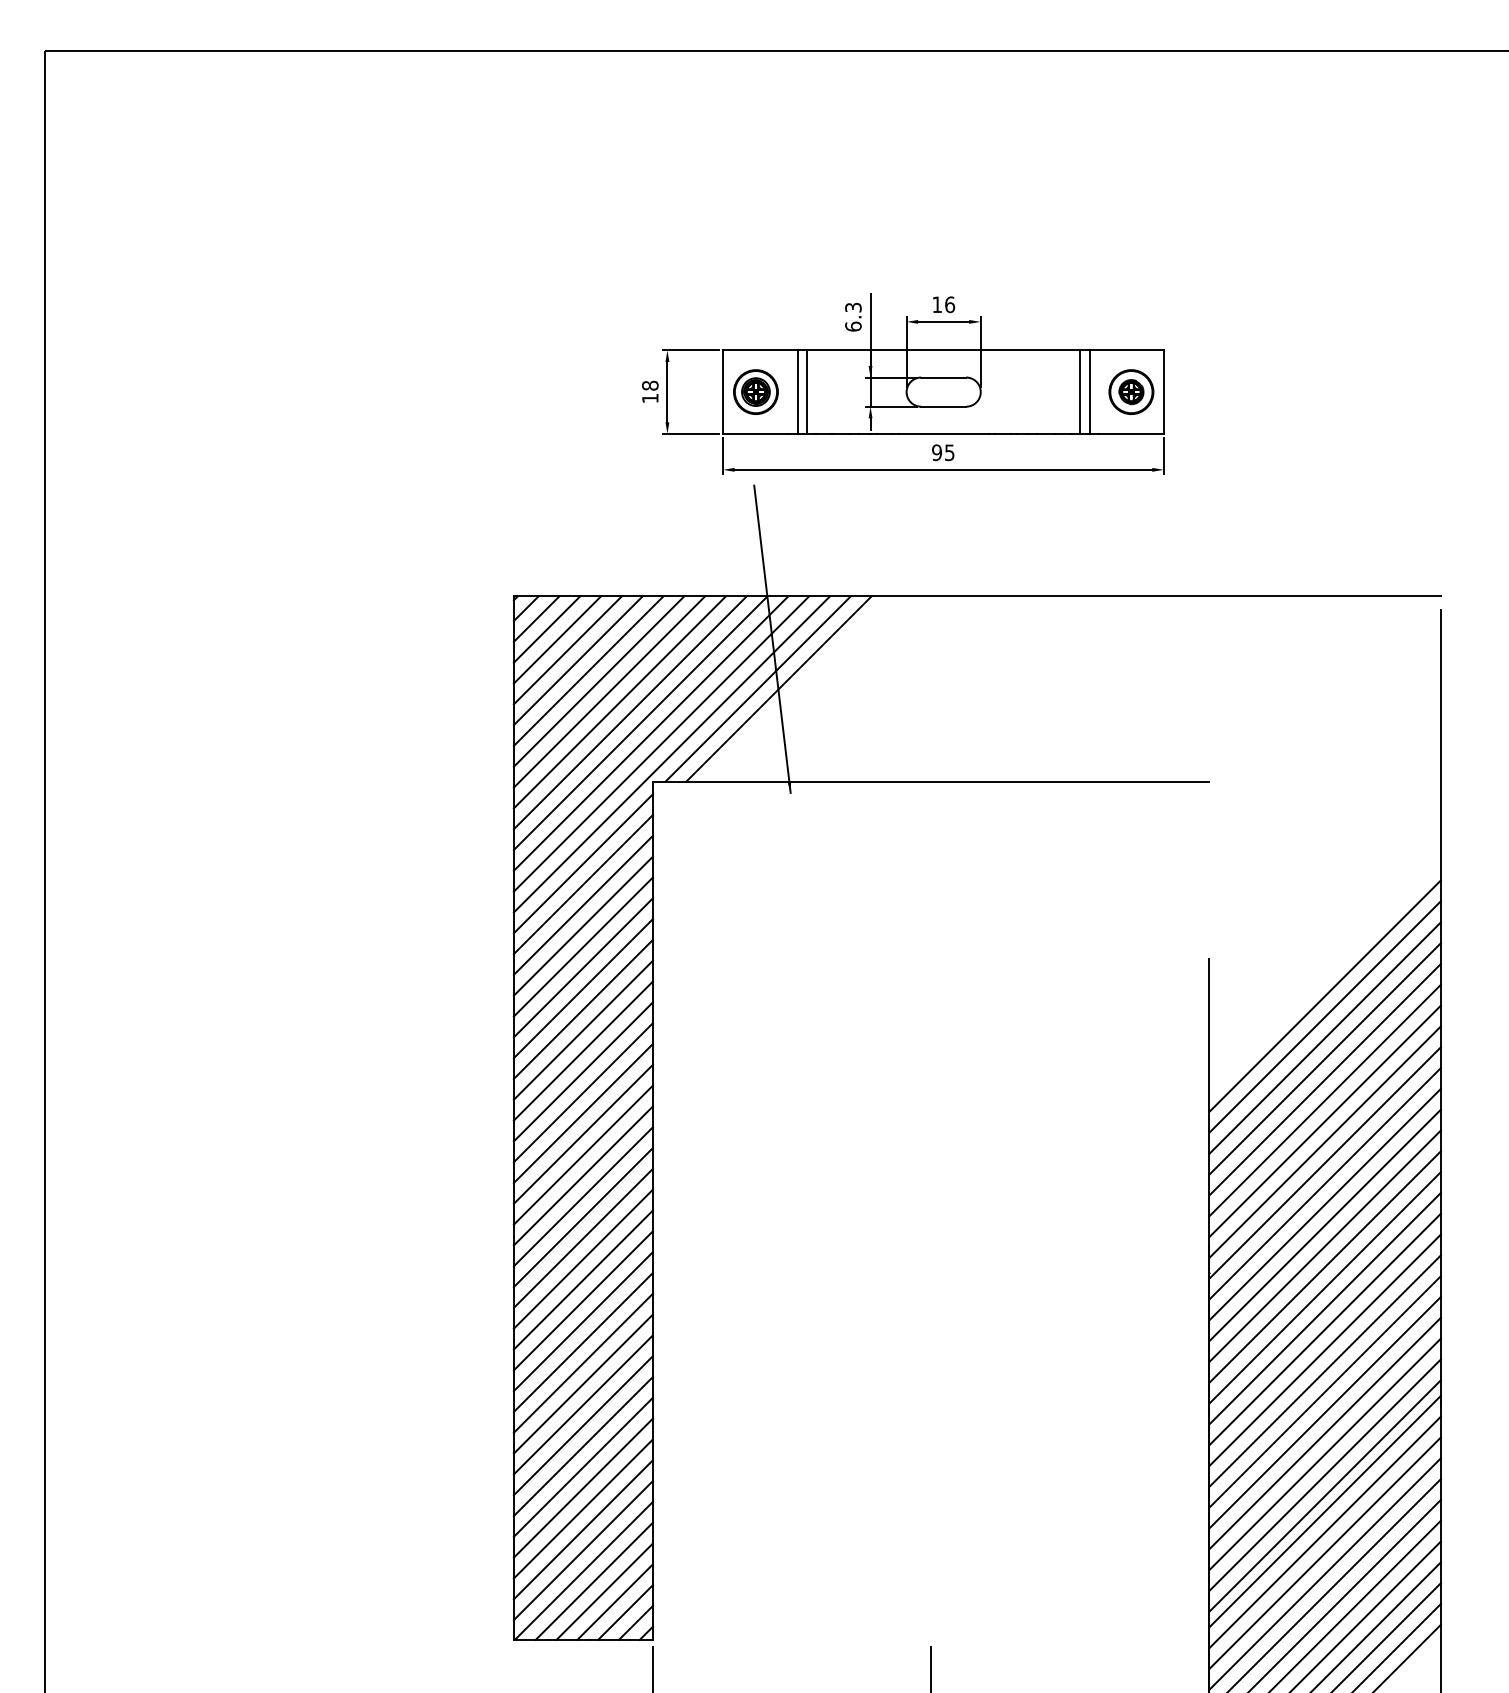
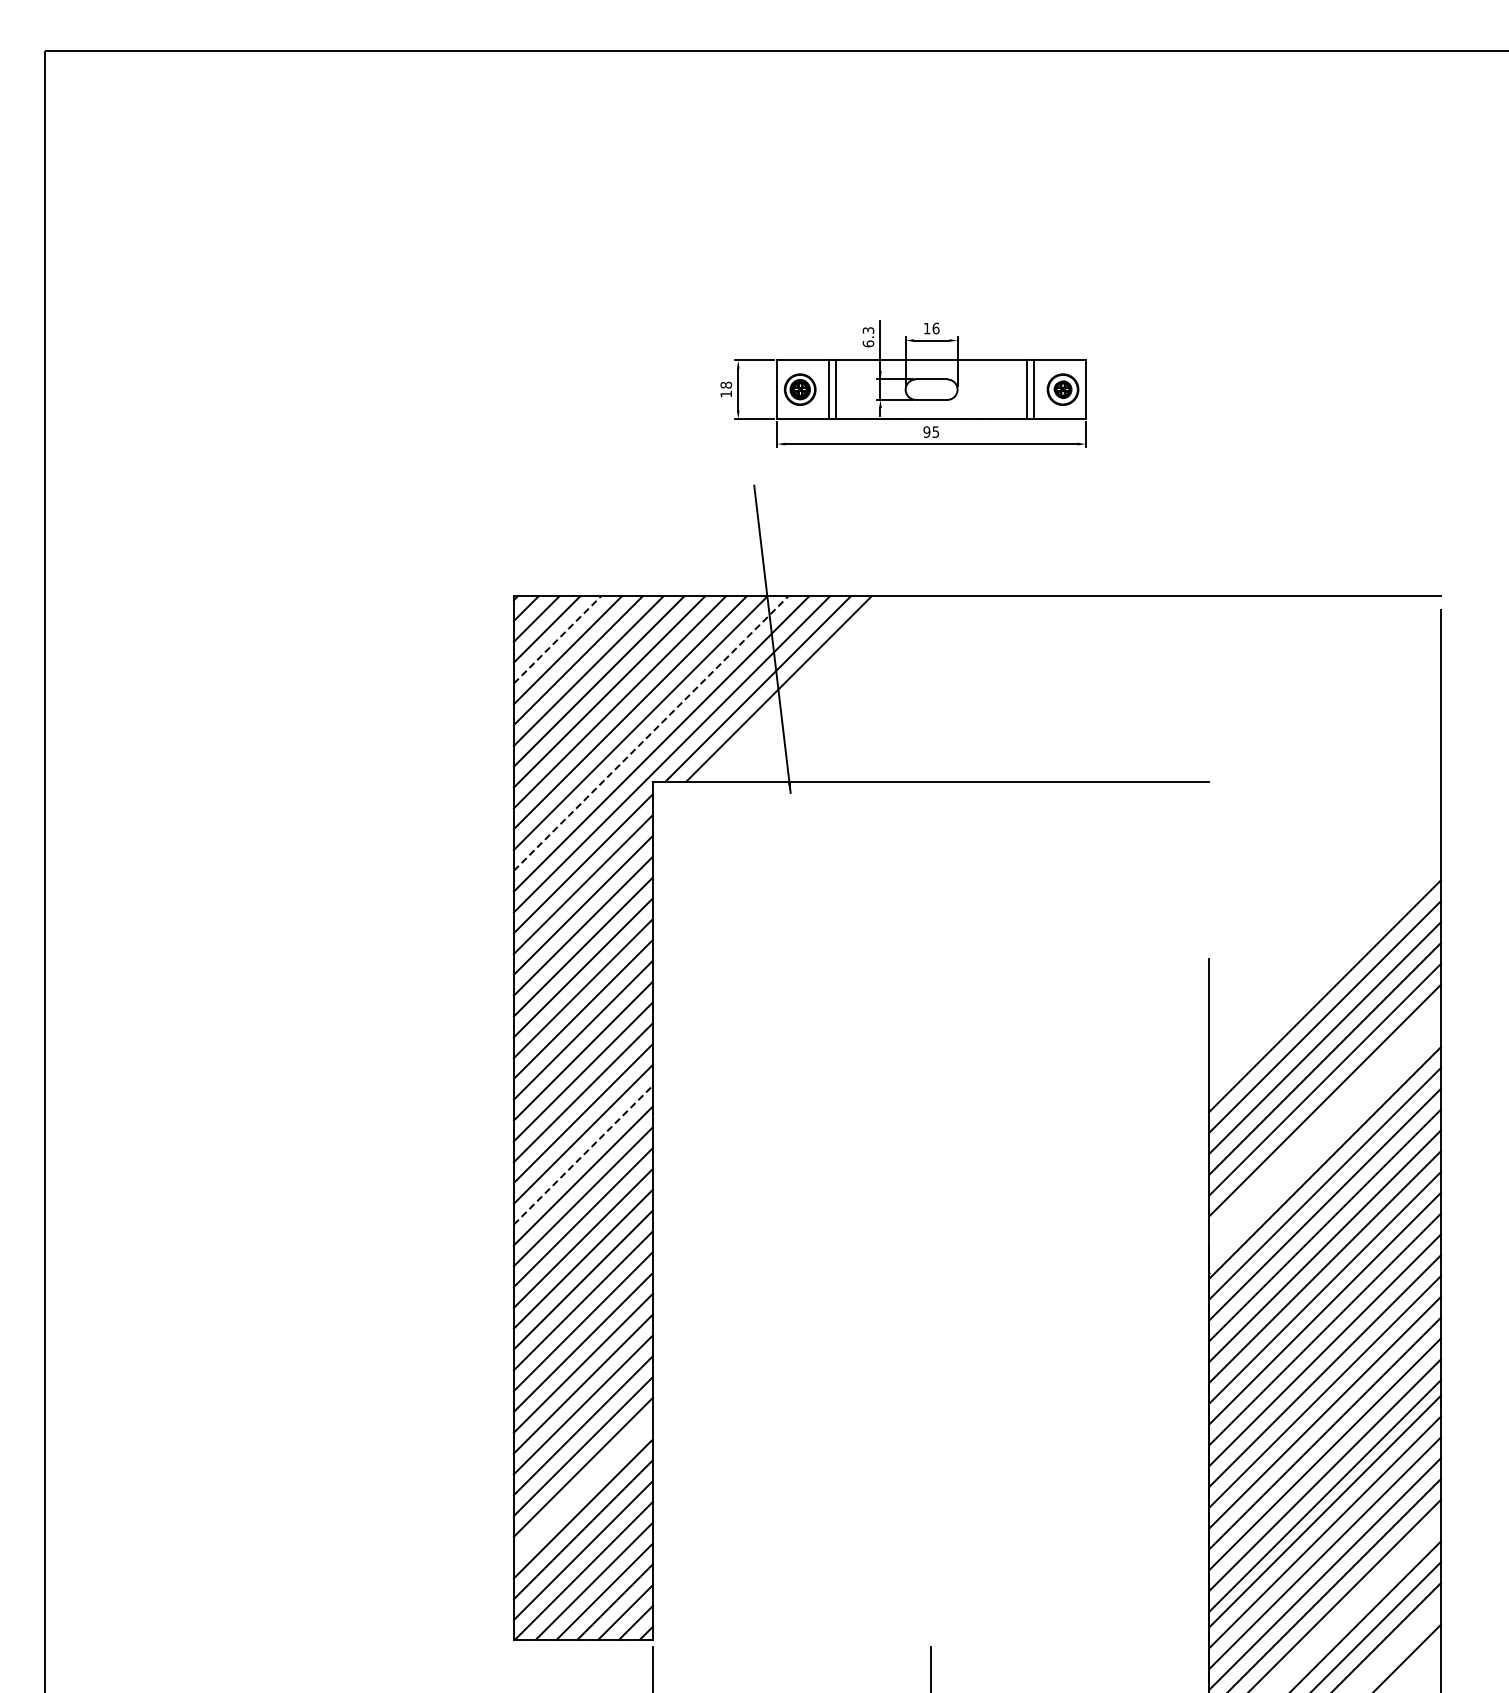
part at (903, 383) size: 523x182 px -> 367x128 px
line at (557, 640): solid -> dashed
line at (651, 733): solid -> dashed
line at (1324, 1121): present -> none
line at (1324, 1142): present -> none
line at (583, 1154): solid -> dashed
line at (582, 1487): present -> none
line at (1356, 1604): present -> none
line at (1397, 1646): present -> none
